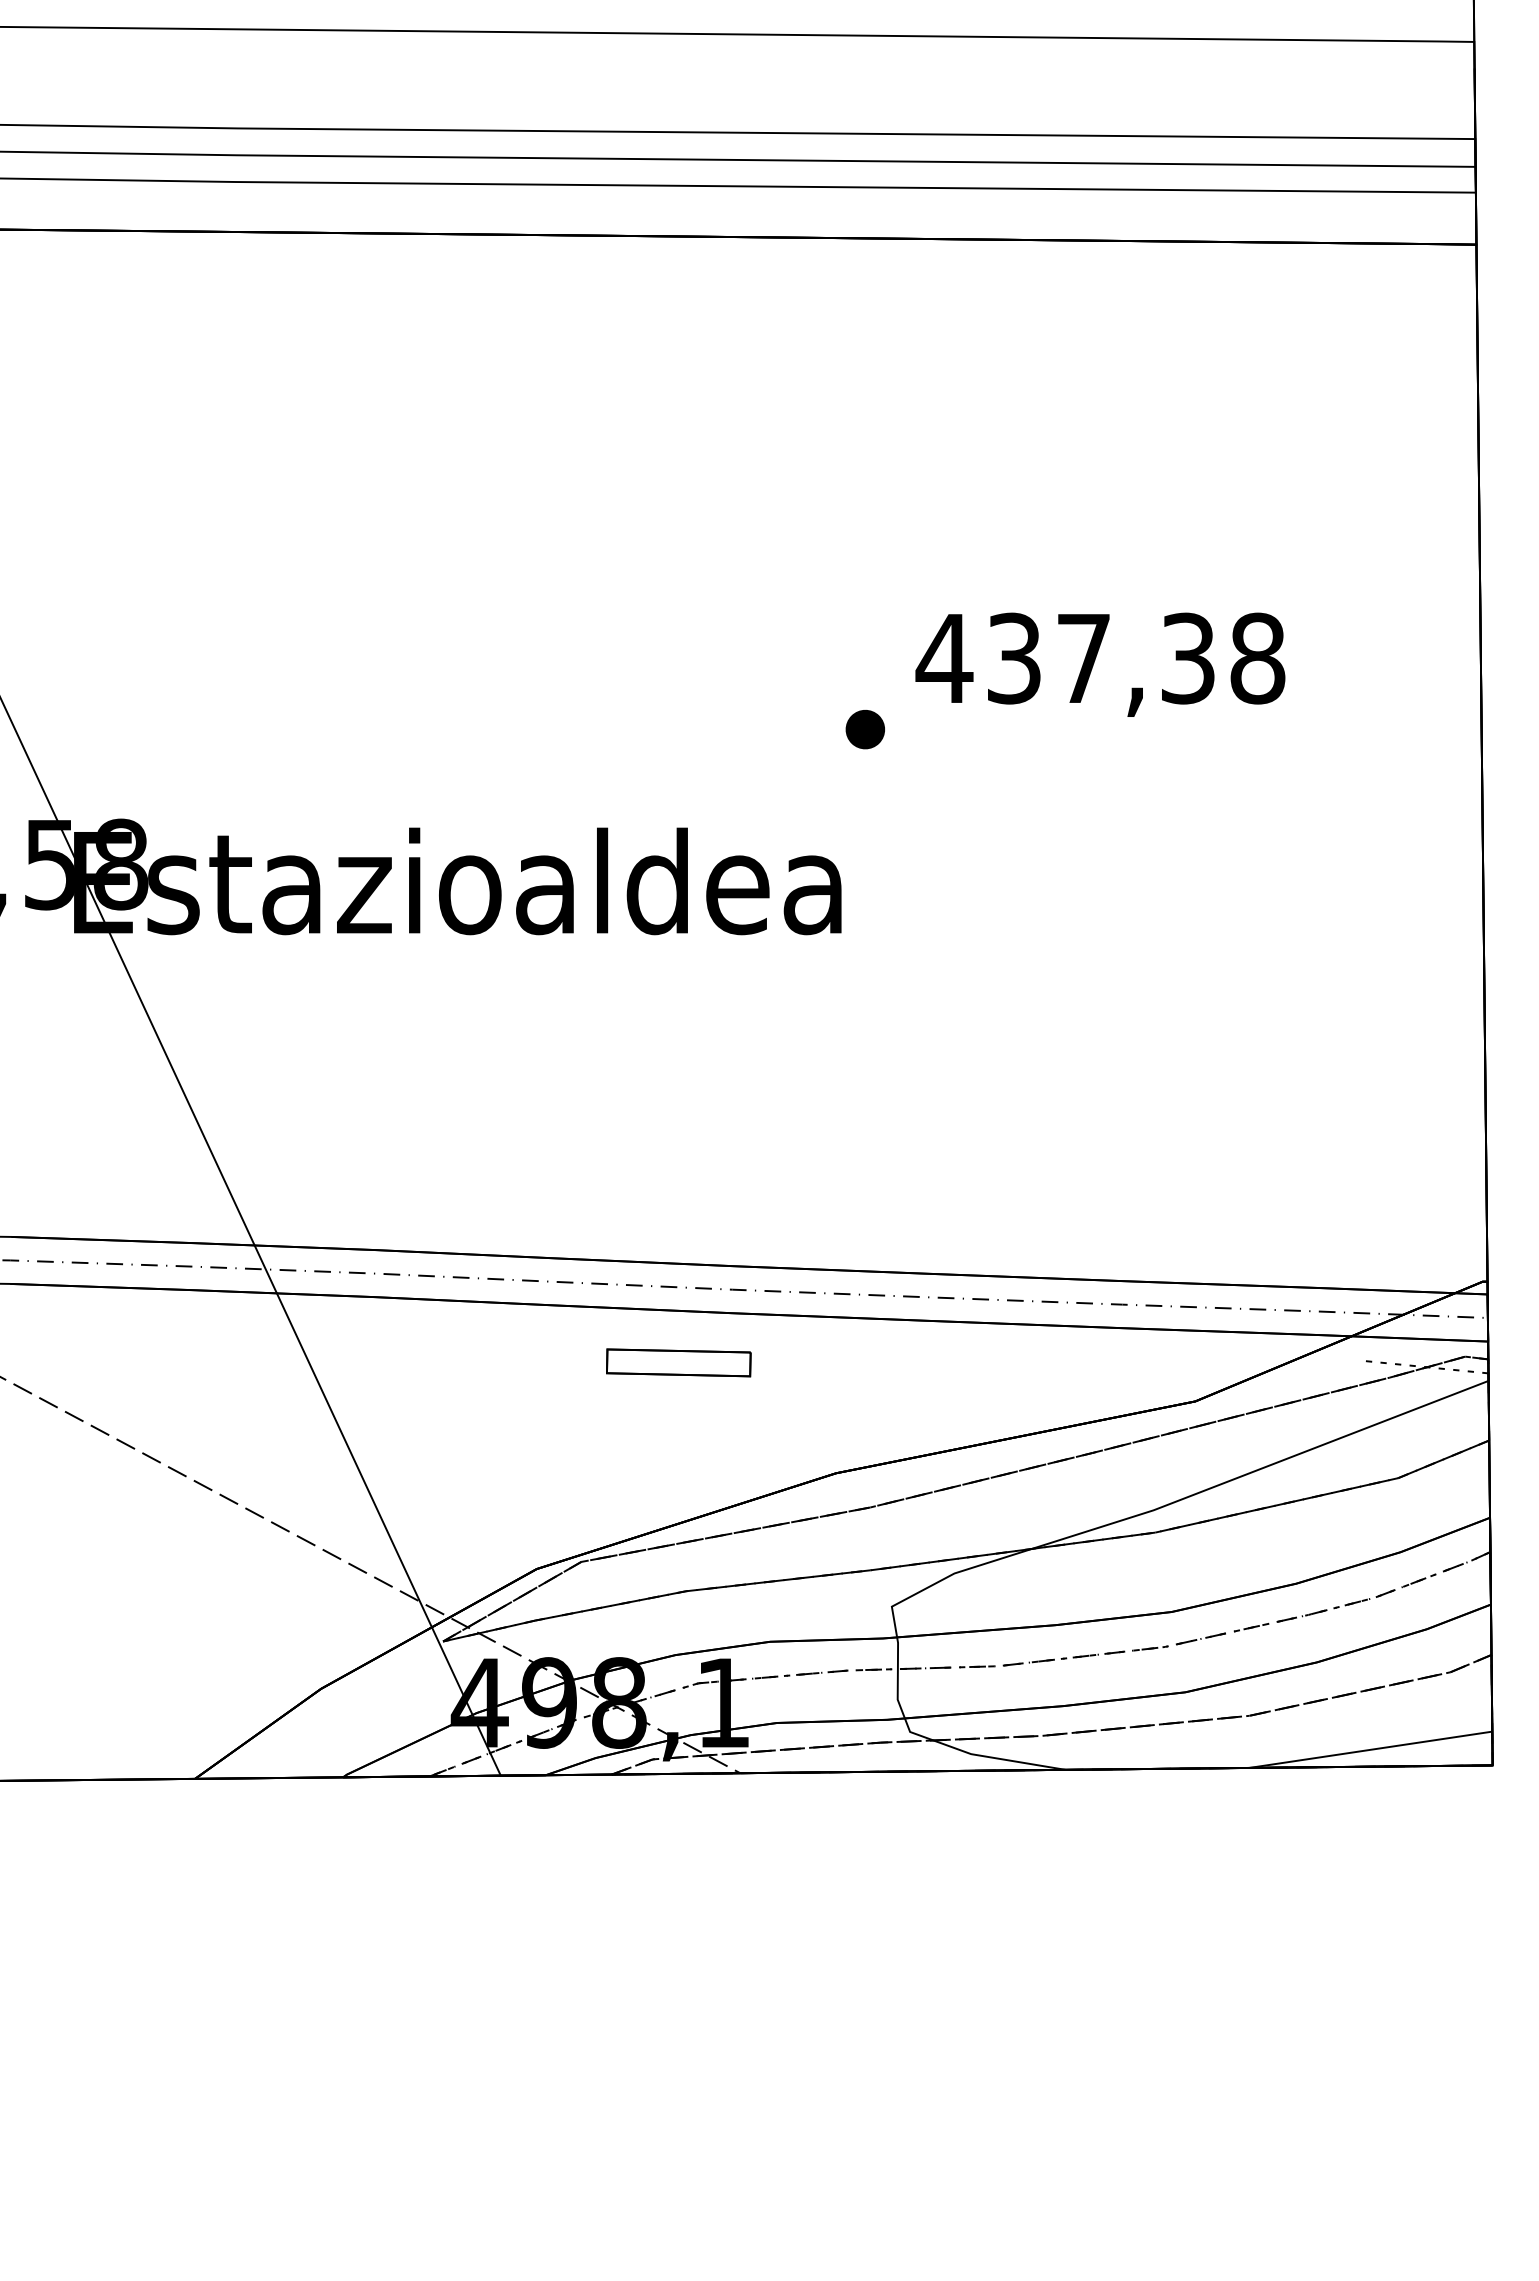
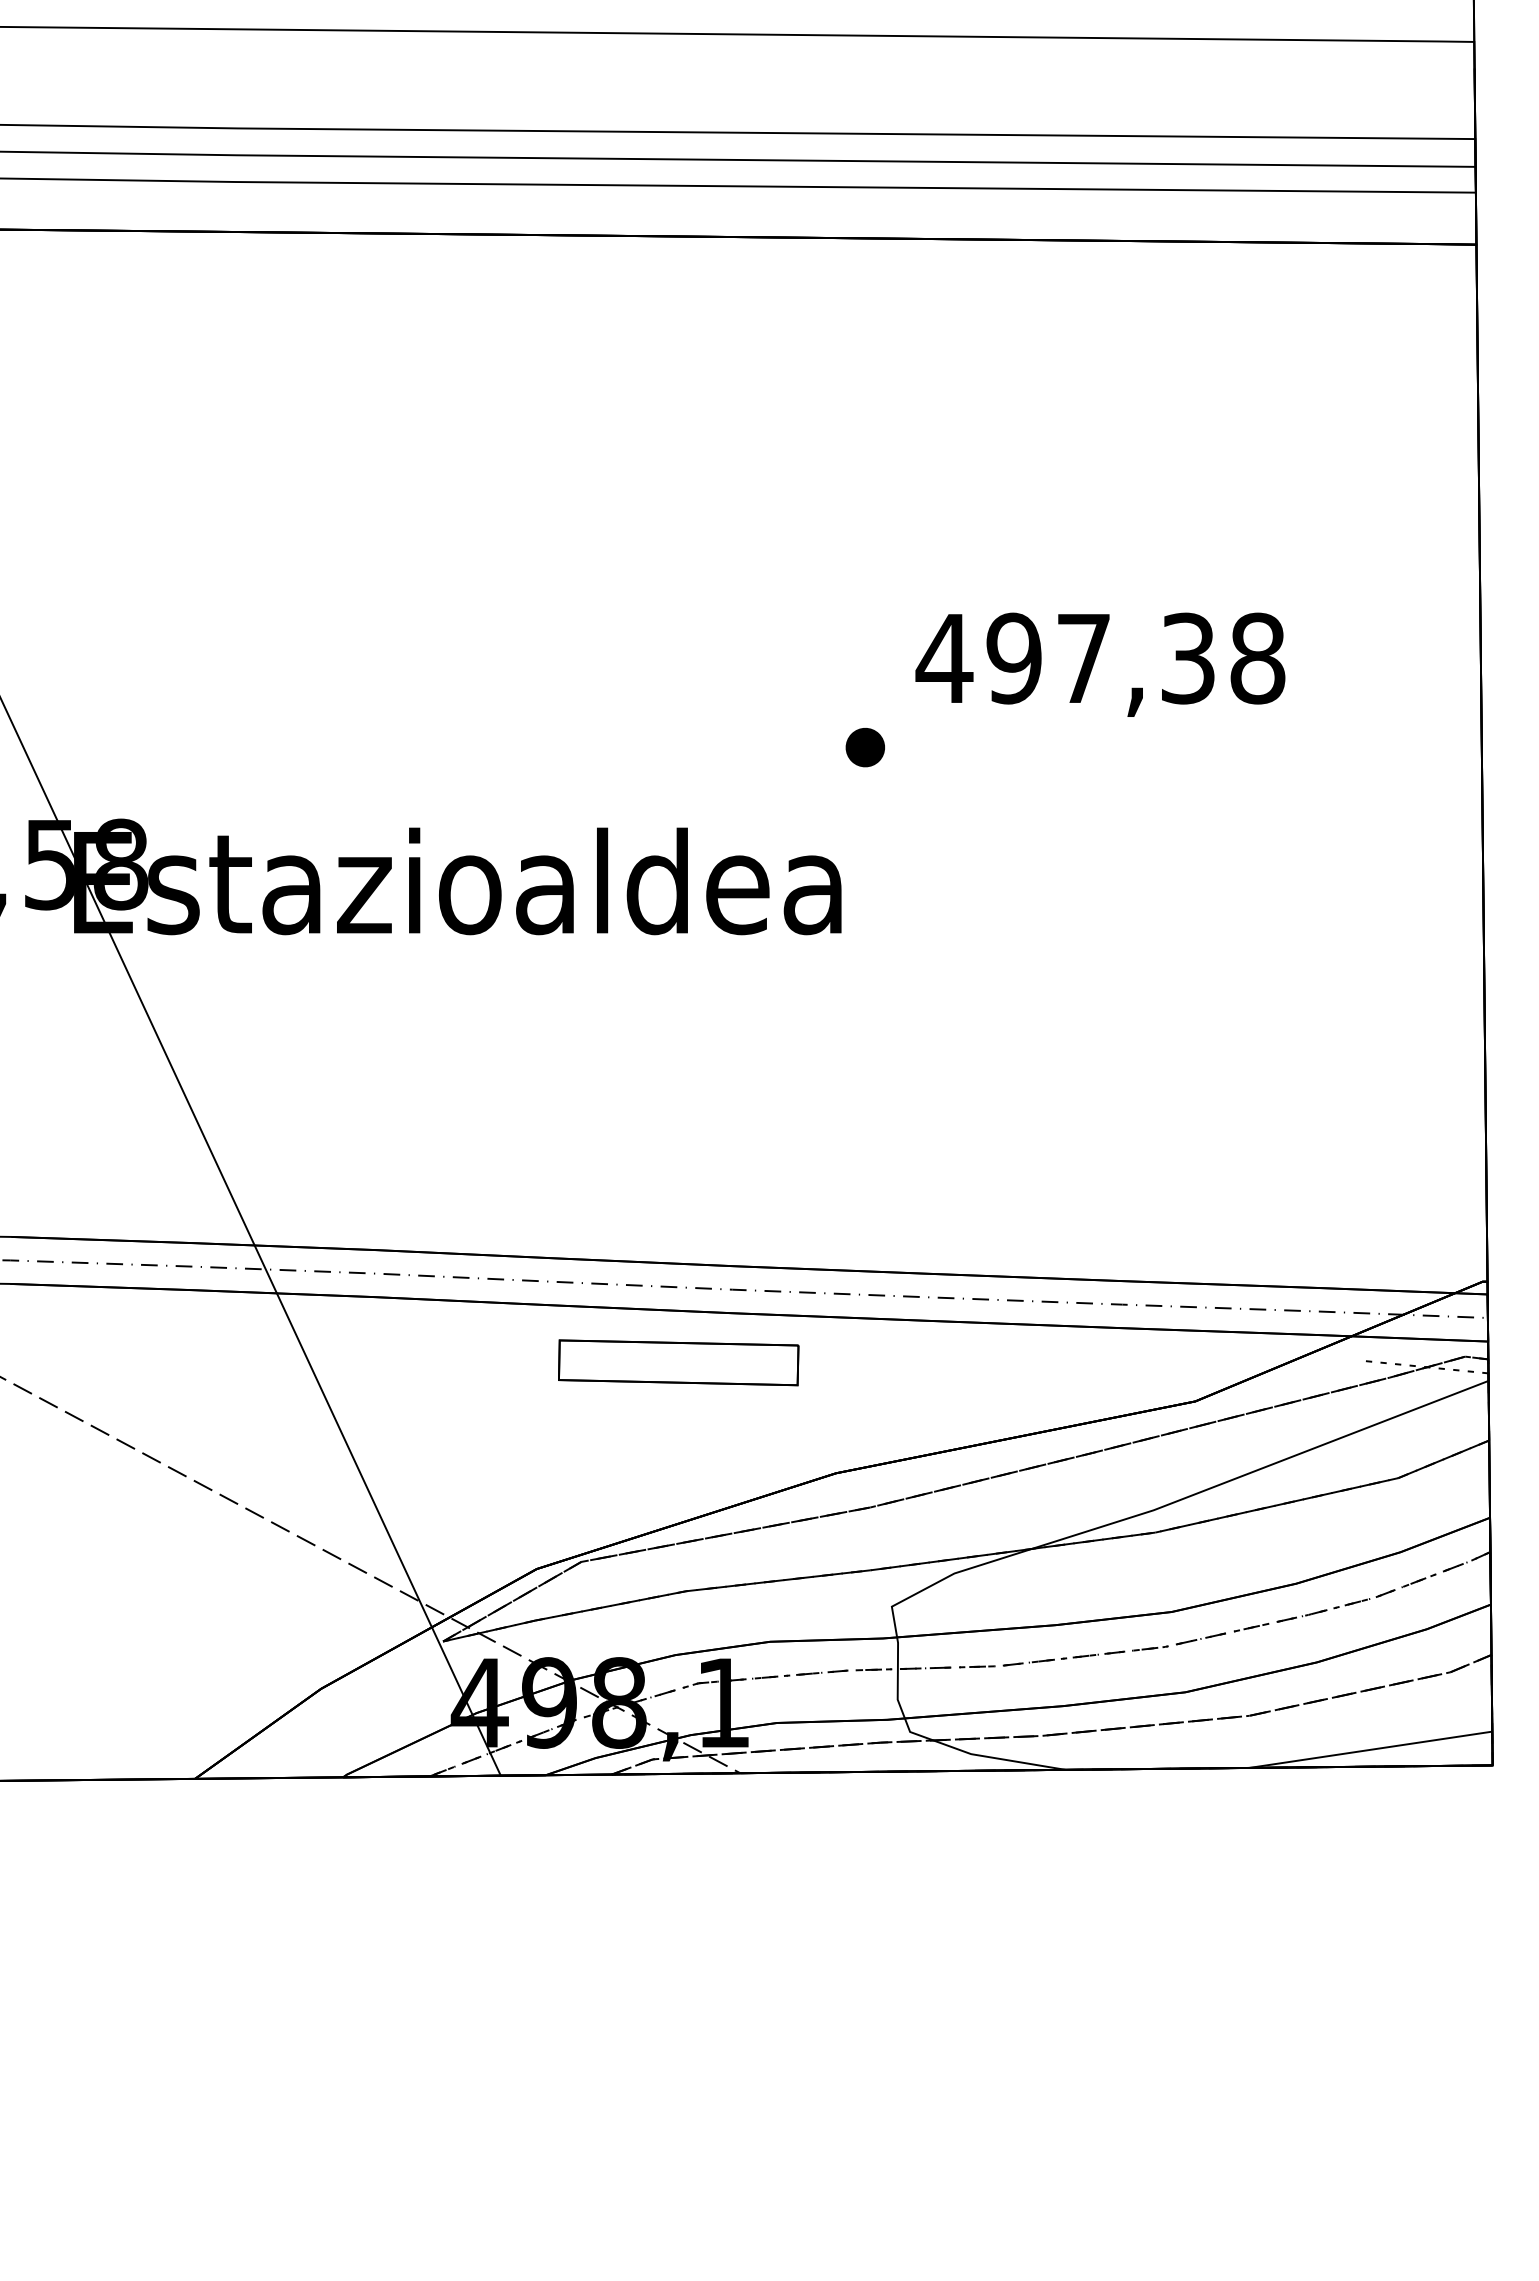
text at (1013, 658): 437,38 -> 497,38
part at (864, 729) position: (864, 729) -> (864, 747)
part at (678, 1362) size: 146x30 px -> 242x48 px
